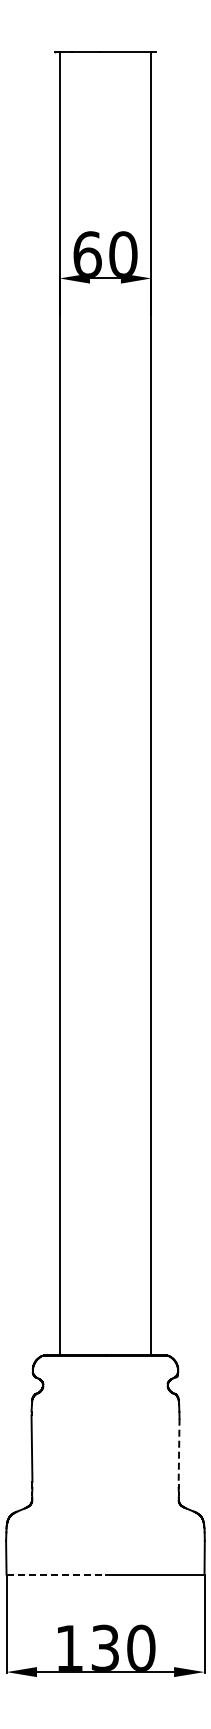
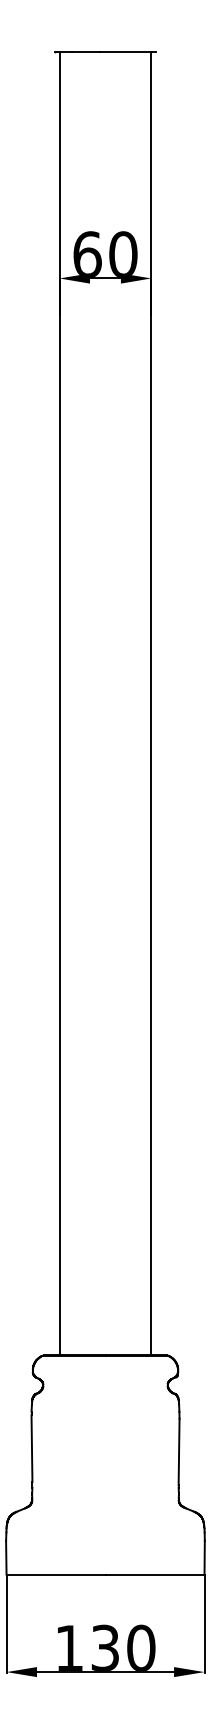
line at (179, 1452): dashed -> solid
line at (56, 1574): dashed -> solid
